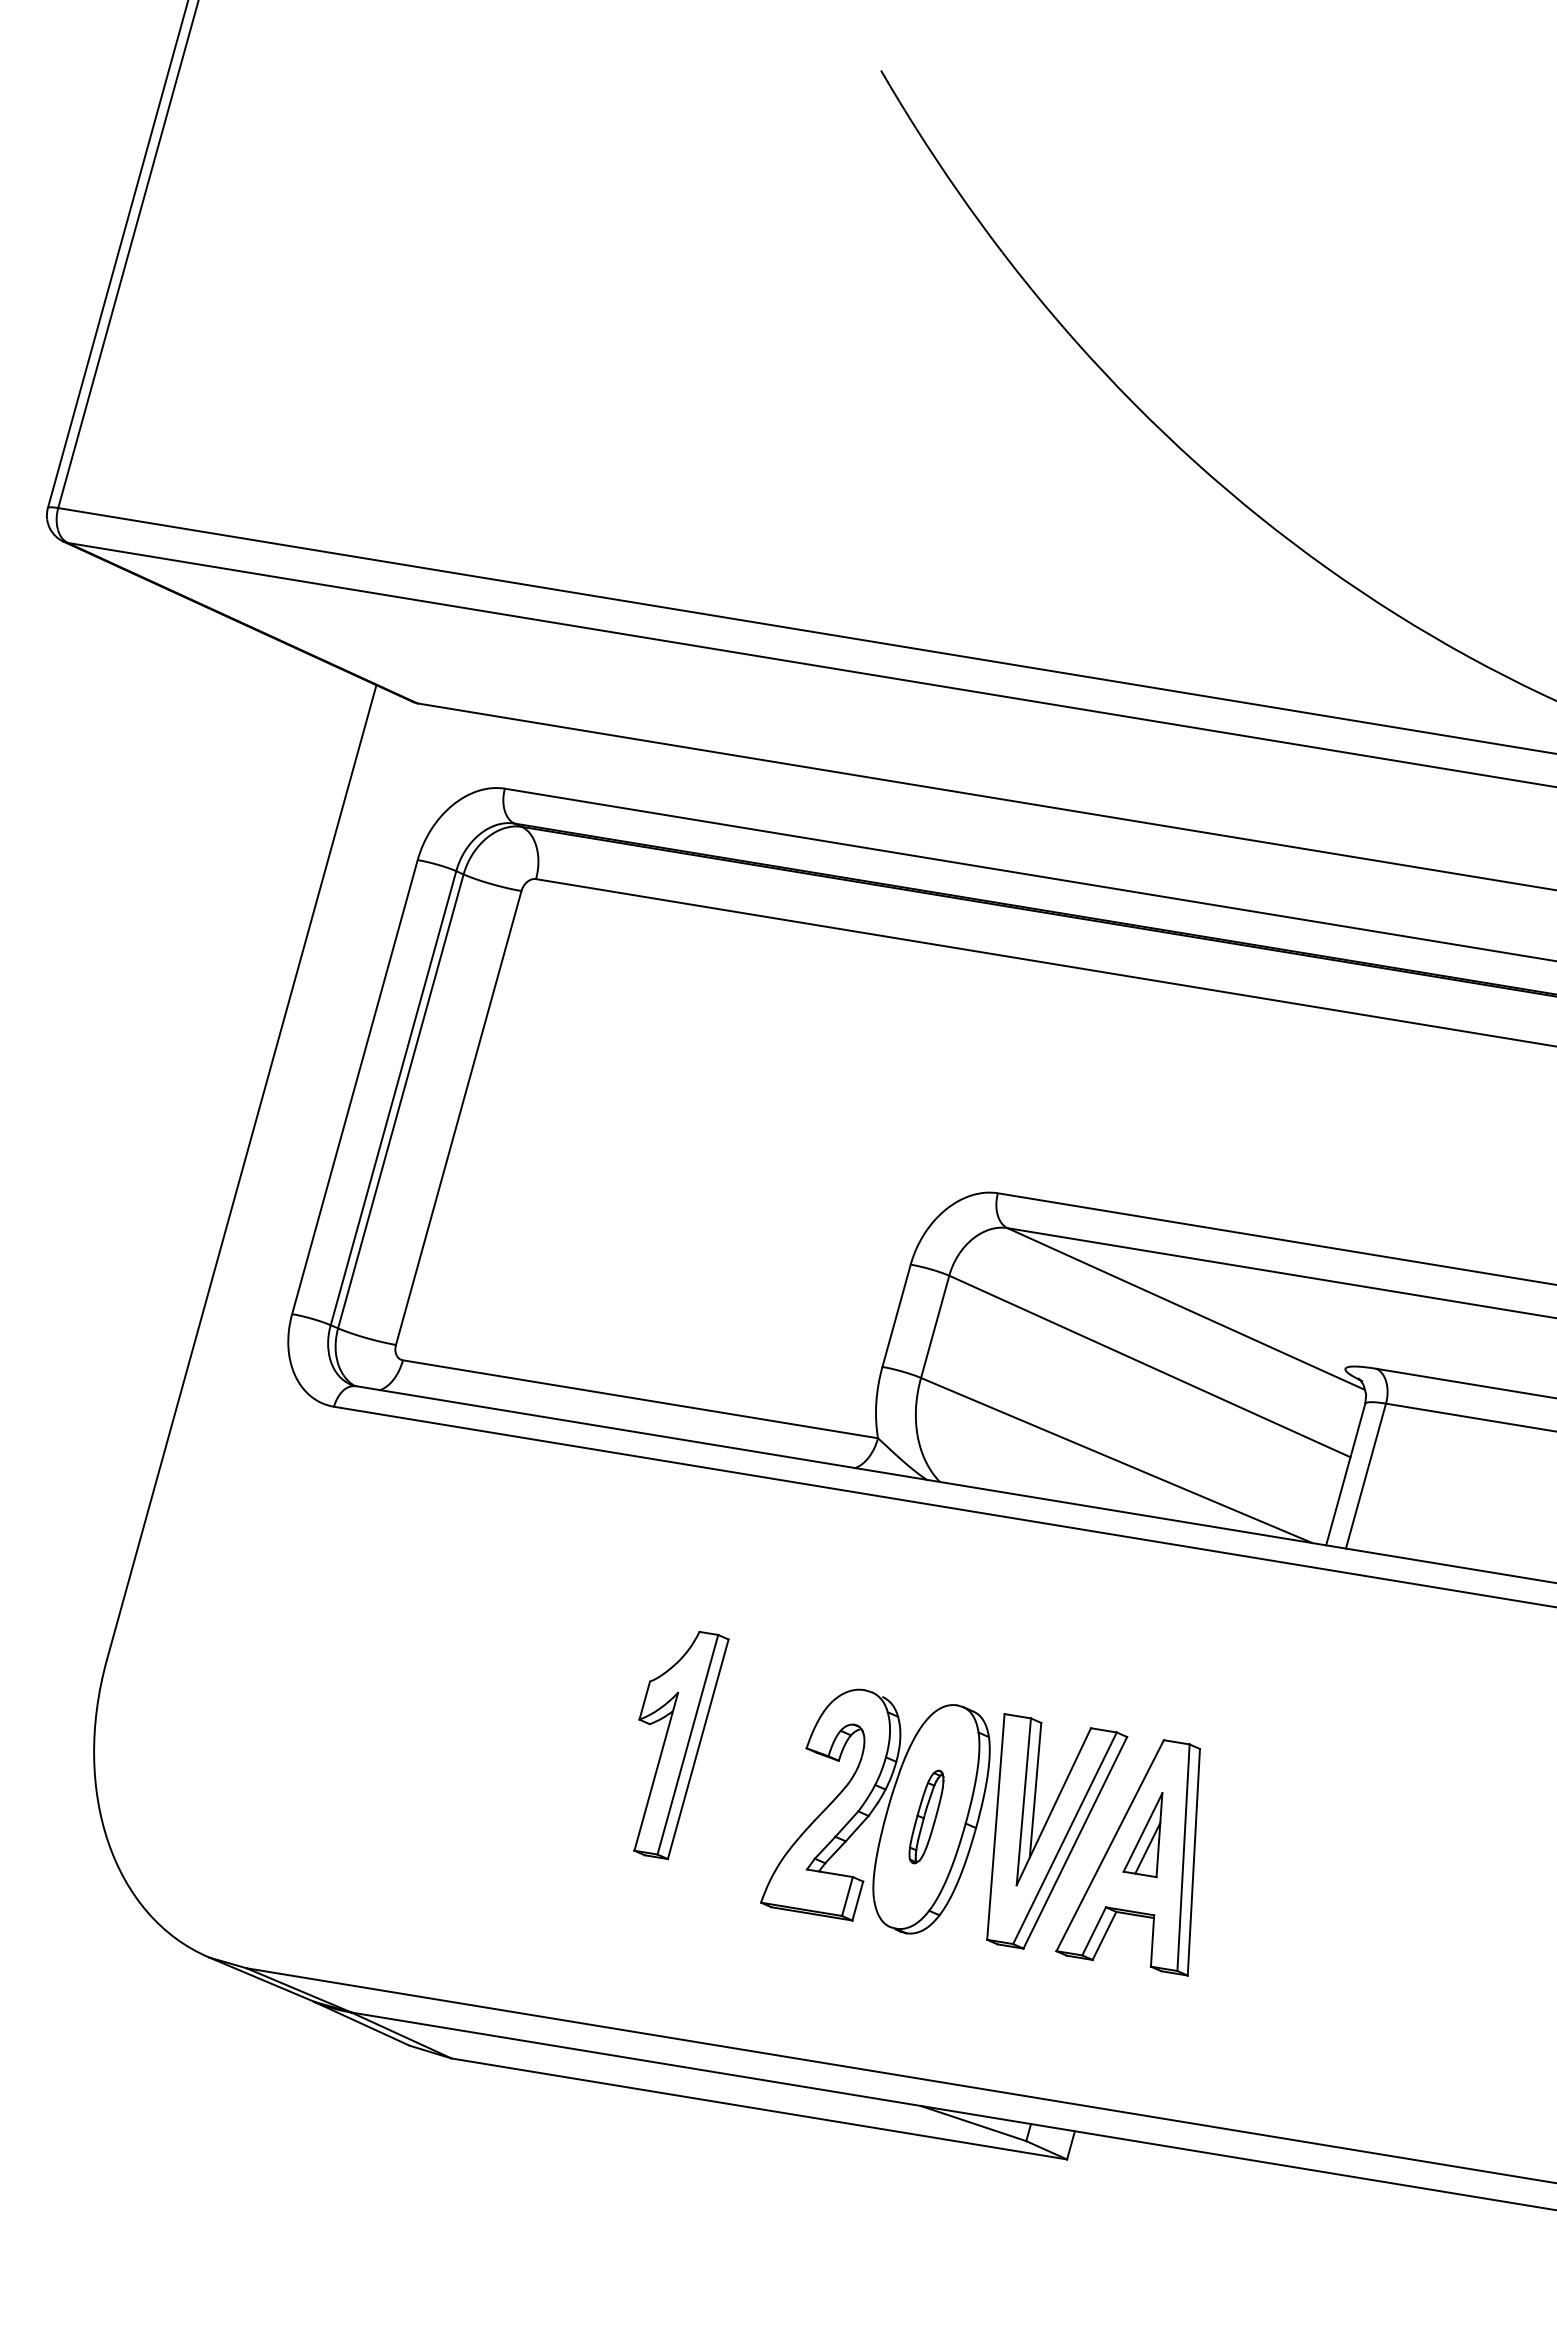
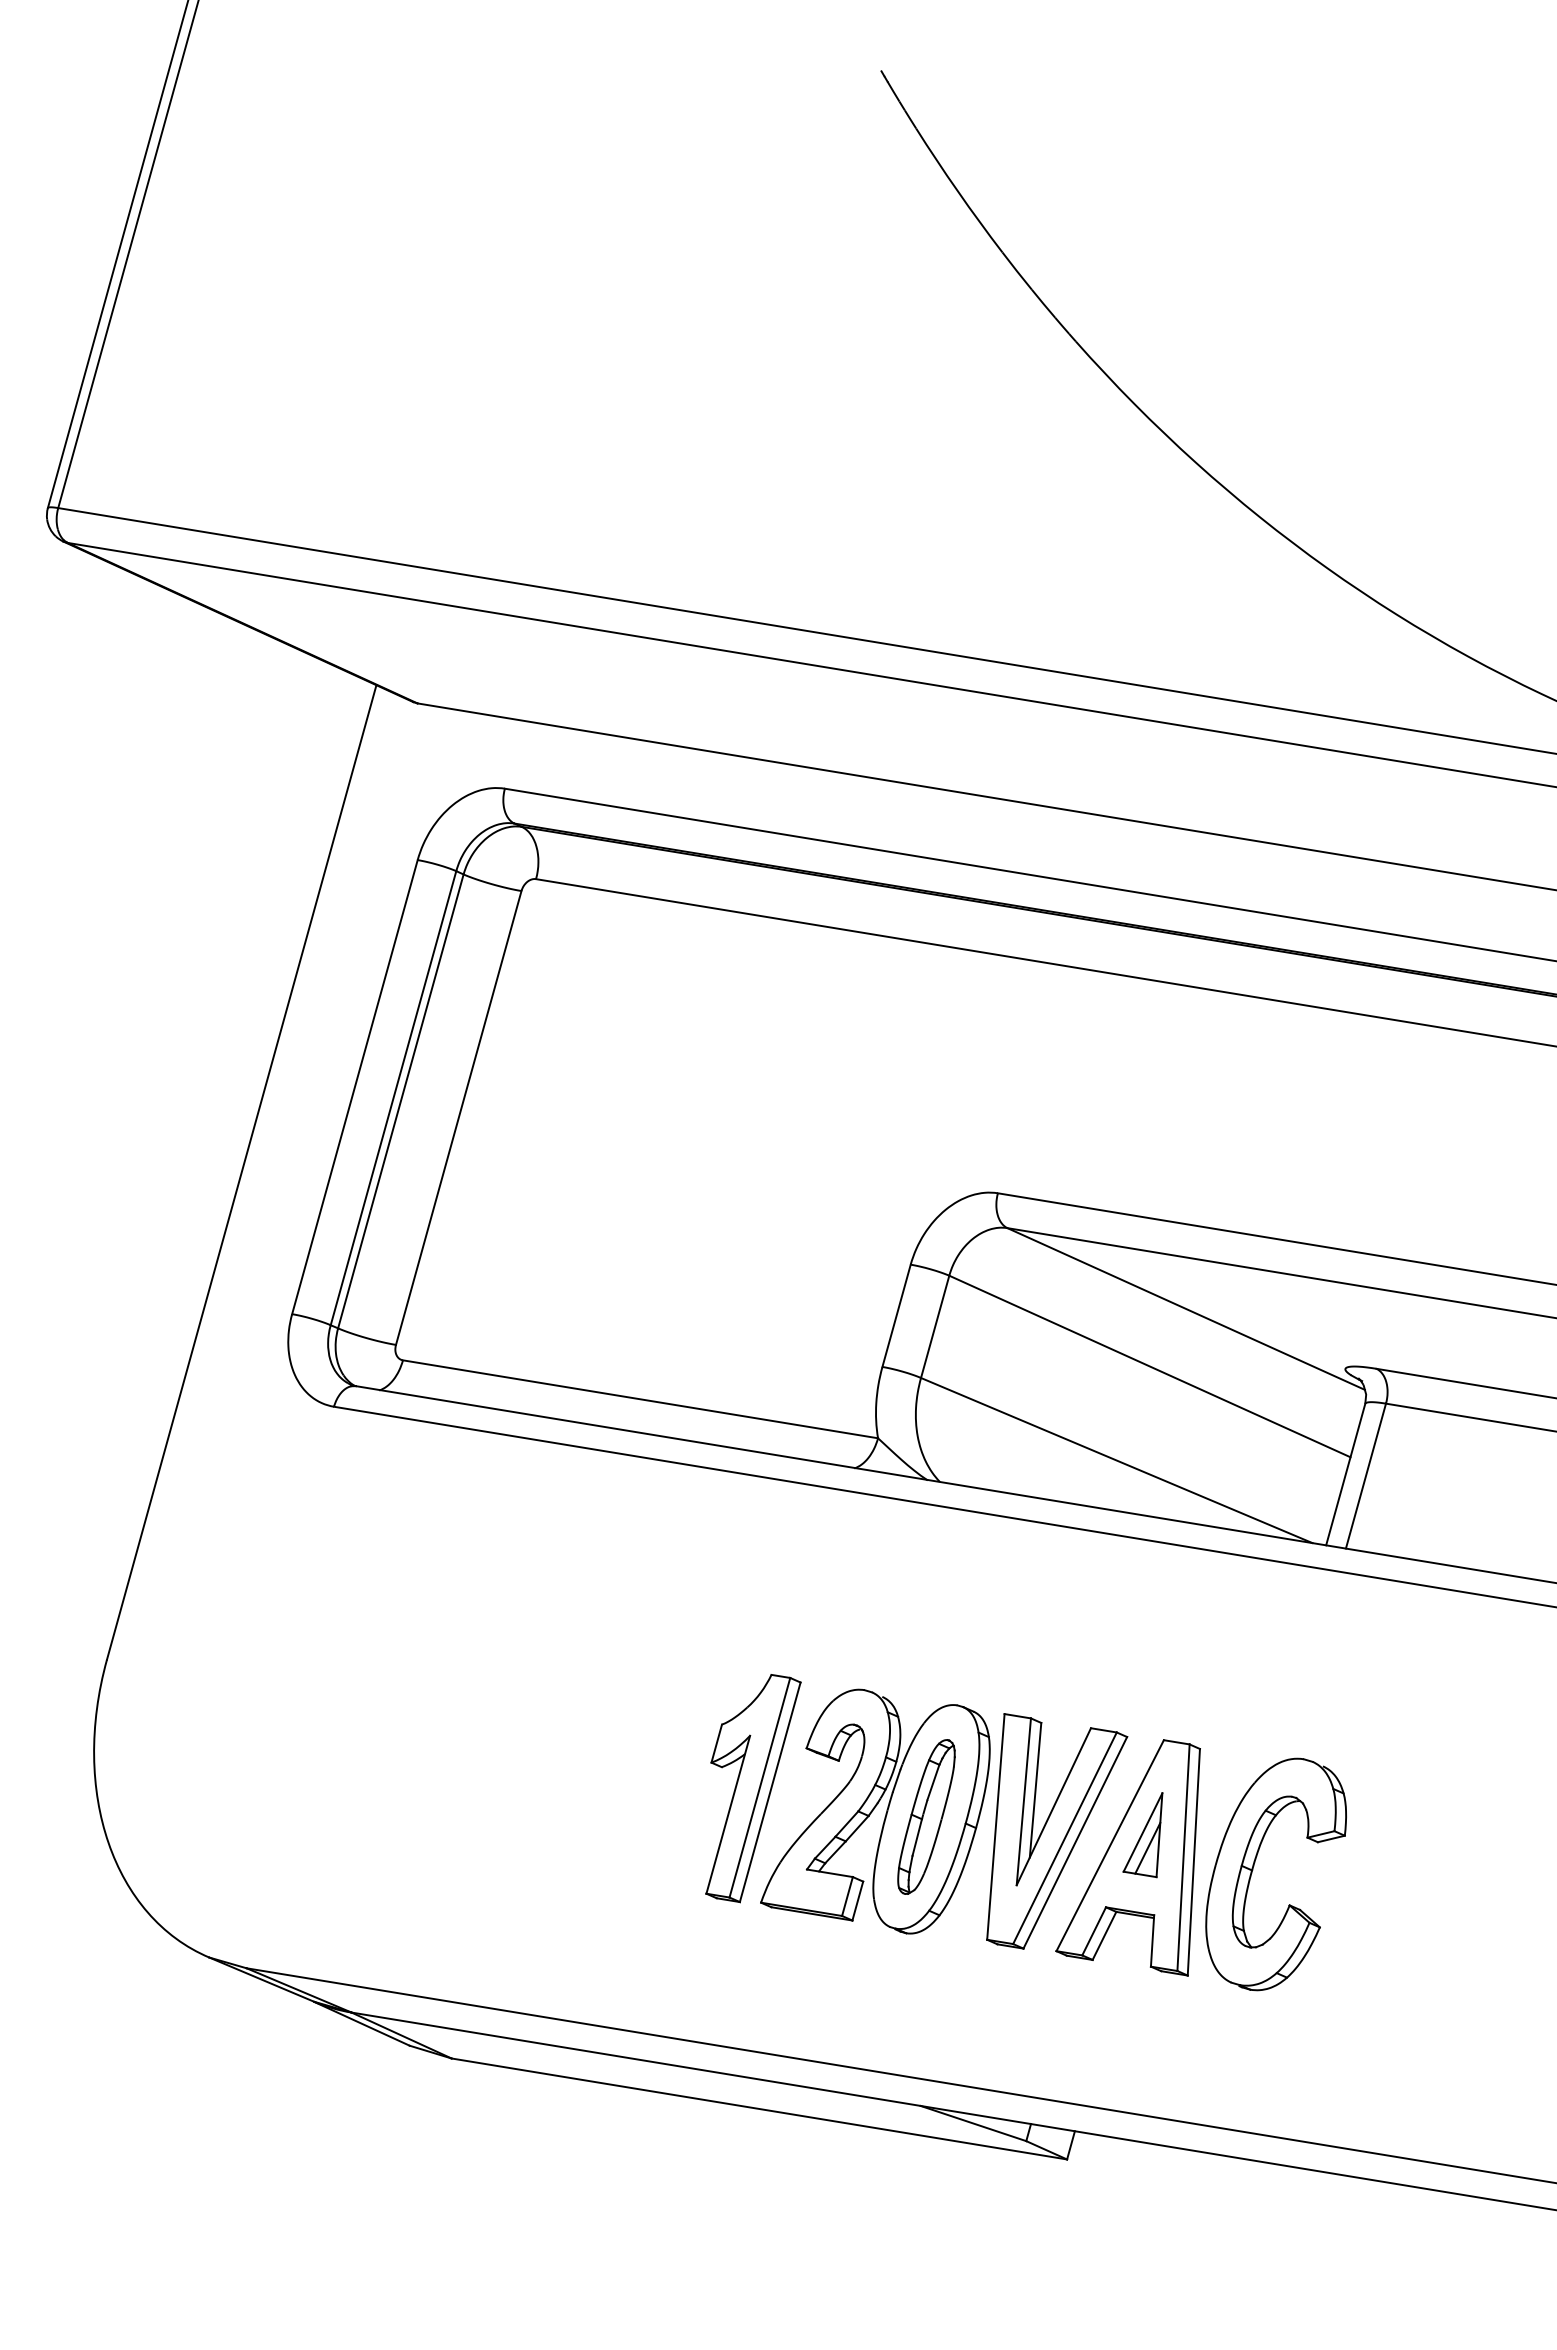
part at (681, 1745) position: (681, 1745) -> (753, 1788)
part at (926, 1816) size: 37x96 px -> 59x156 px
part at (1253, 1870): none -> present
